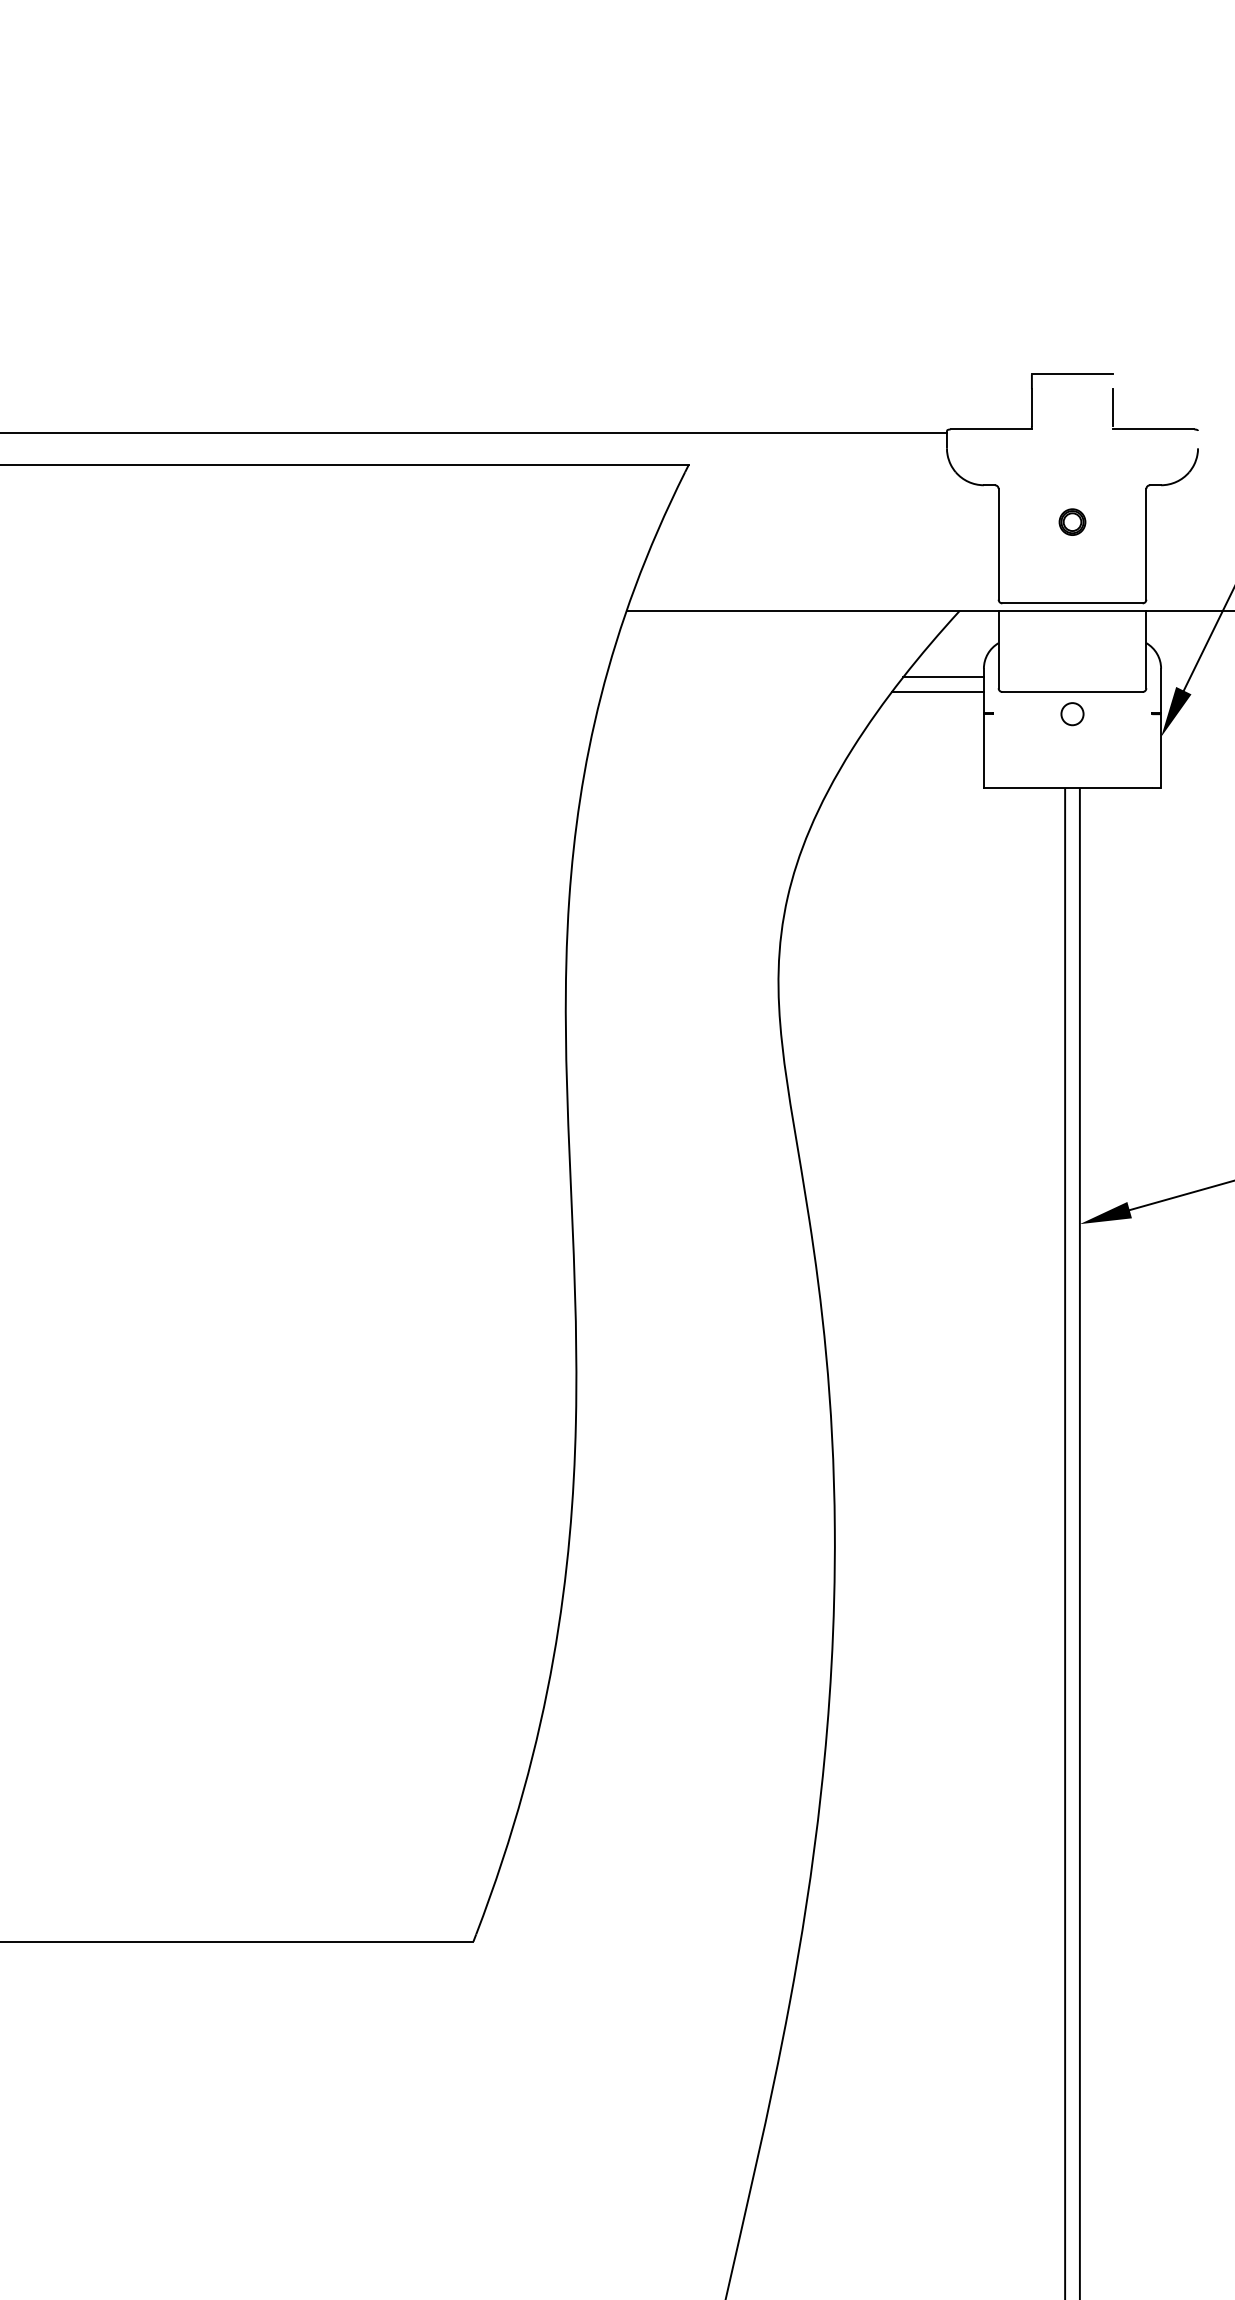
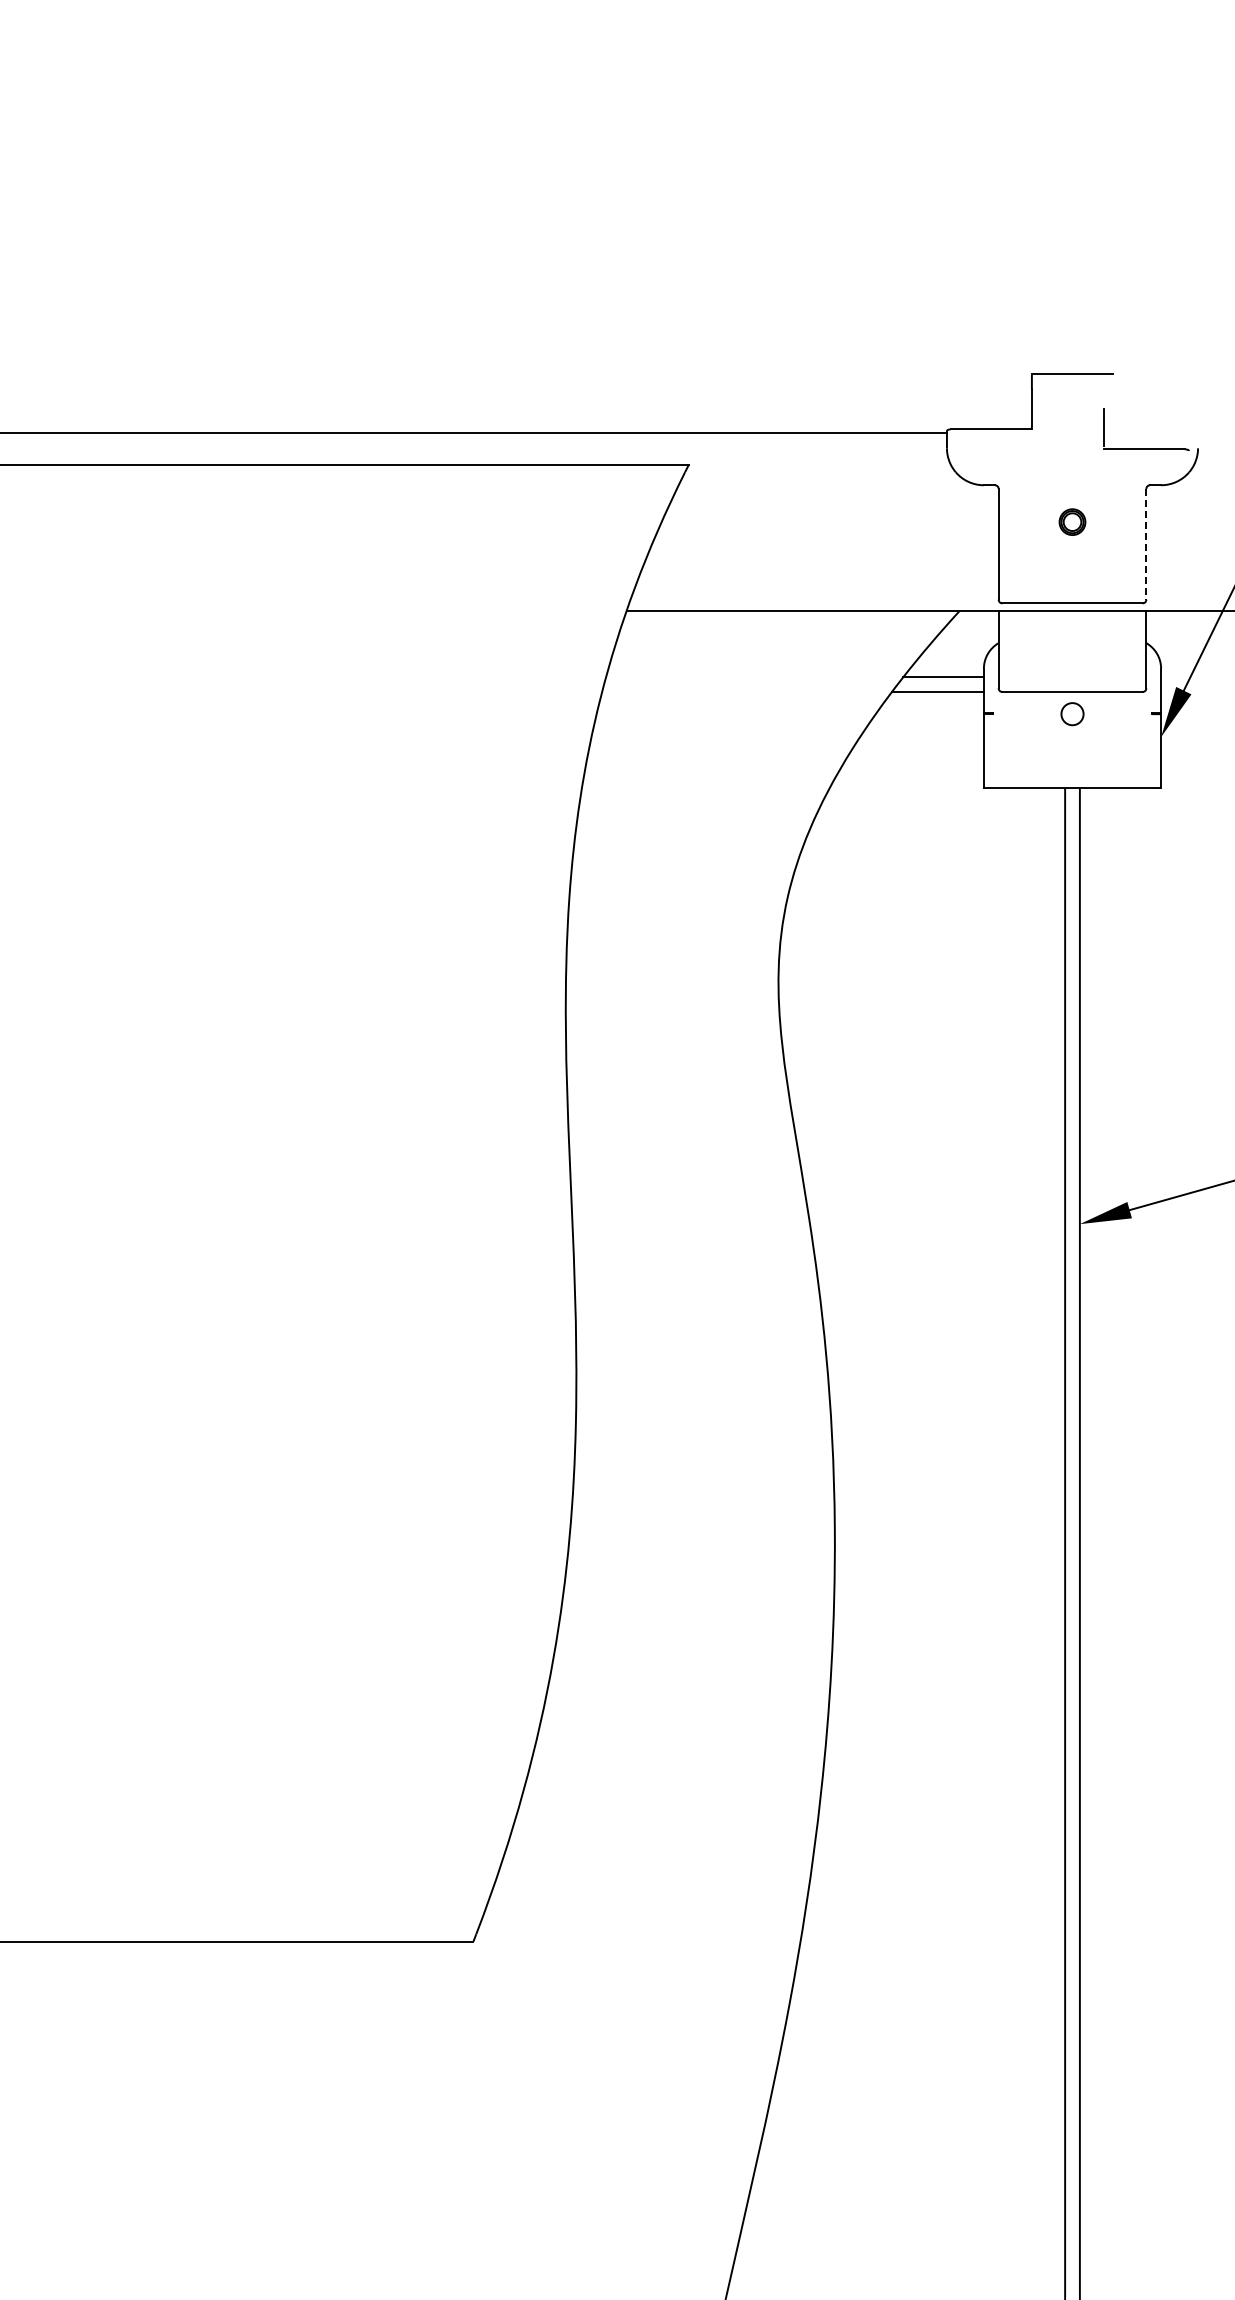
part at (1155, 428) position: (1155, 428) -> (1146, 448)
line at (1146, 544): solid -> dashed
